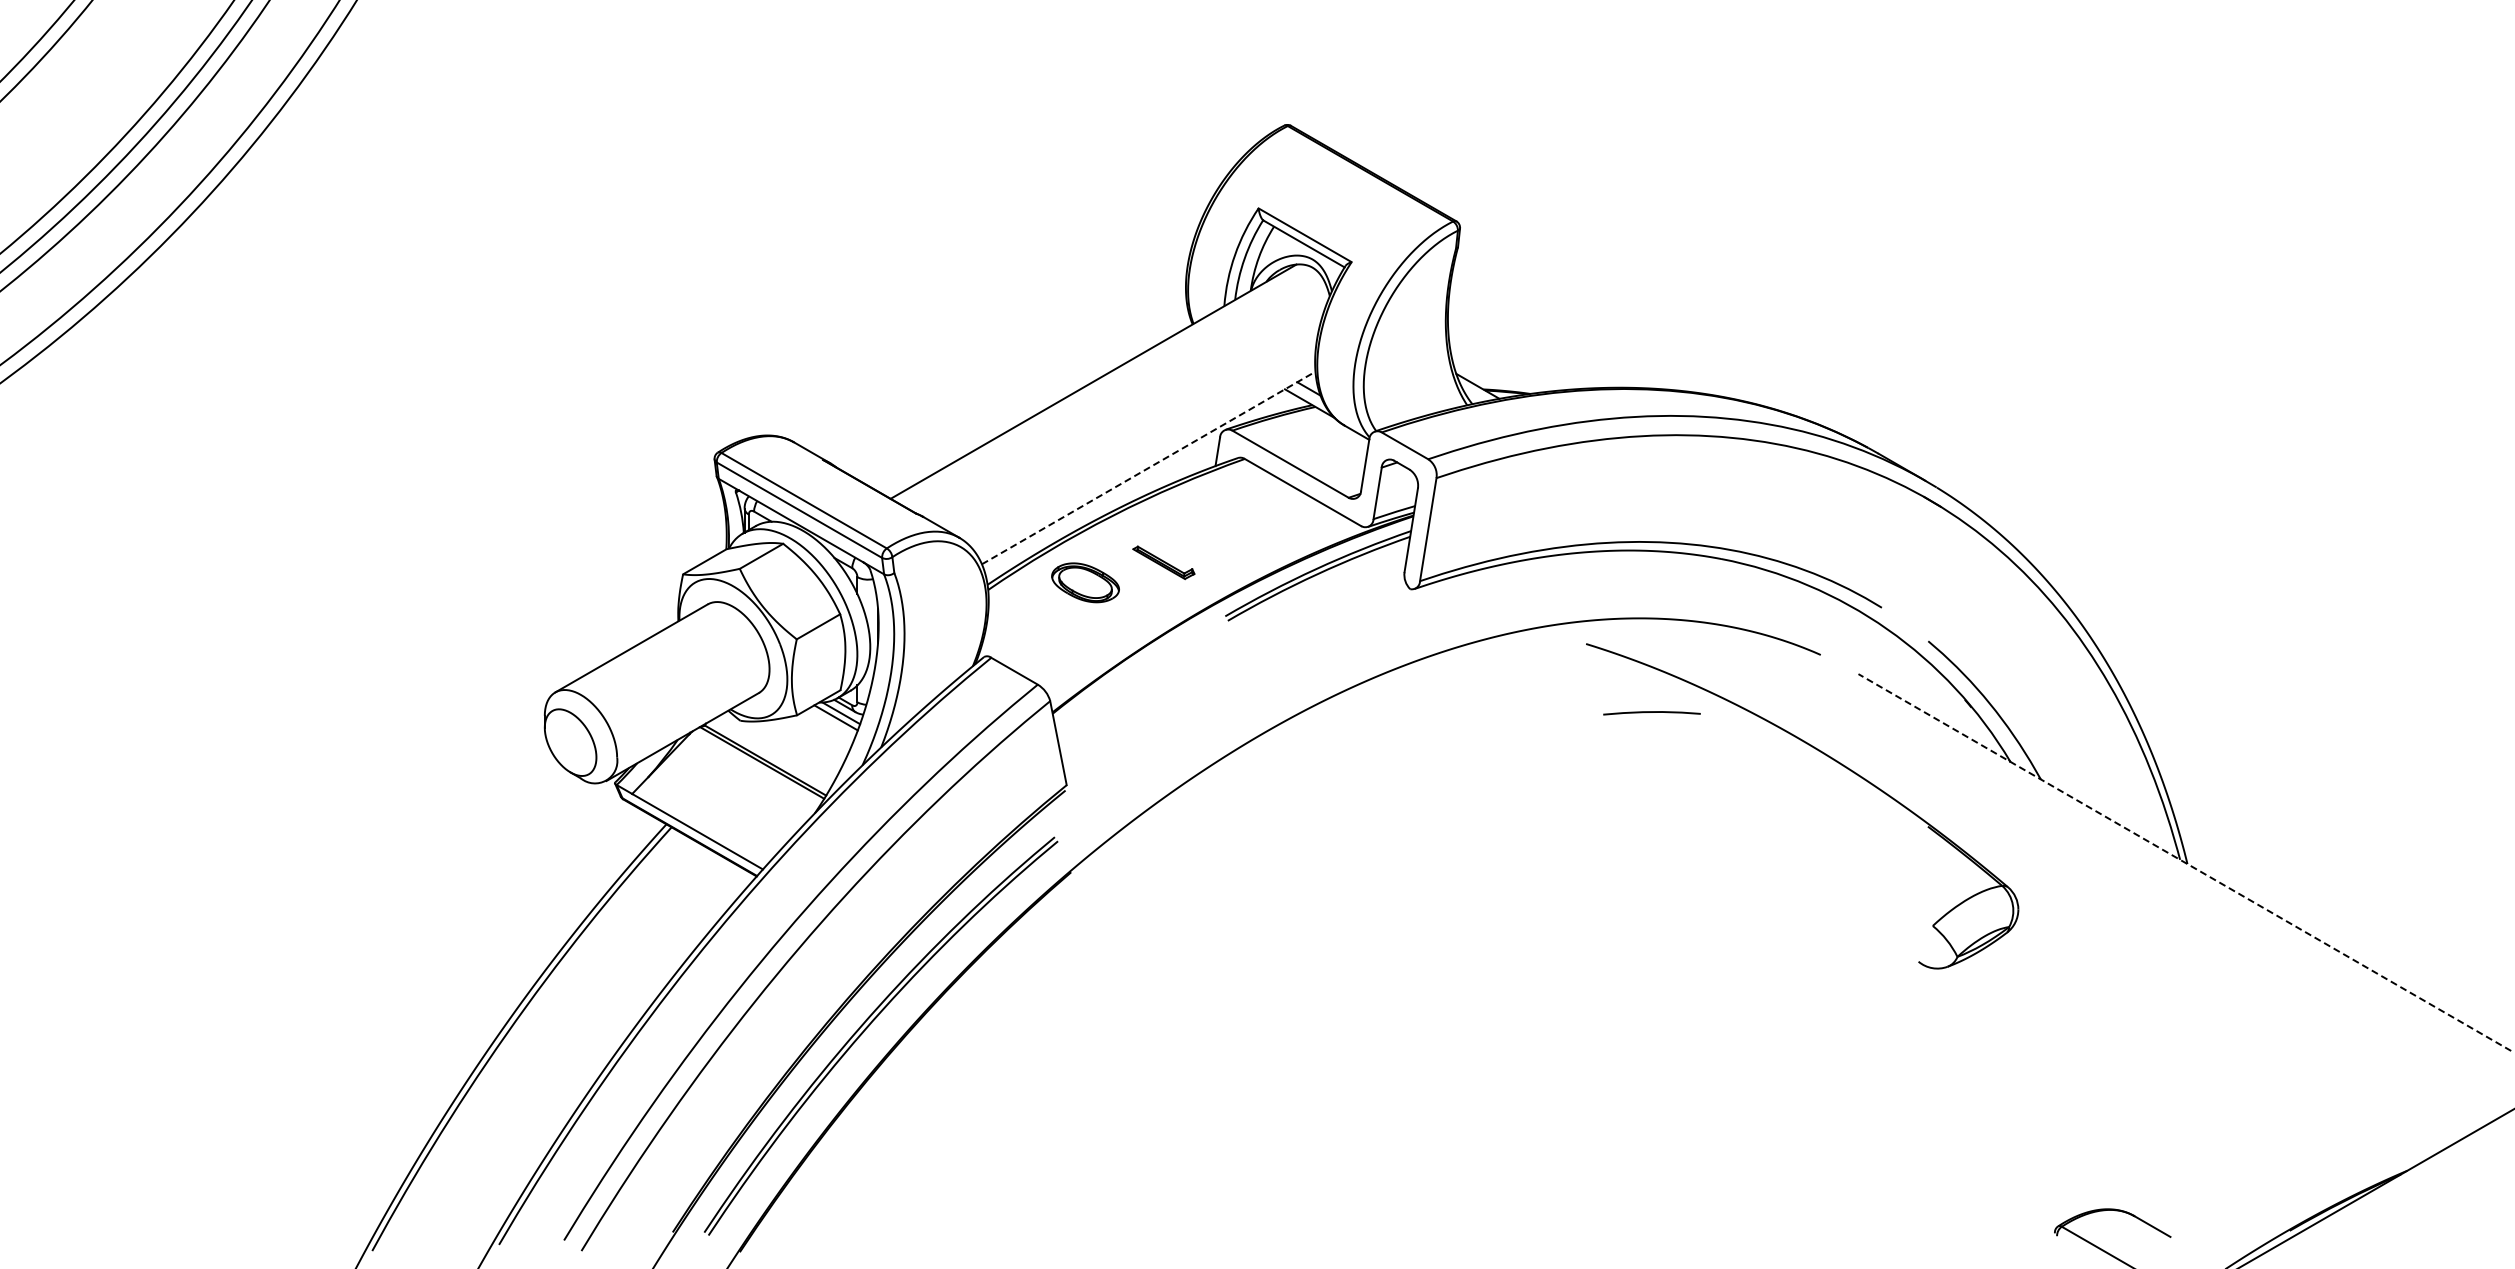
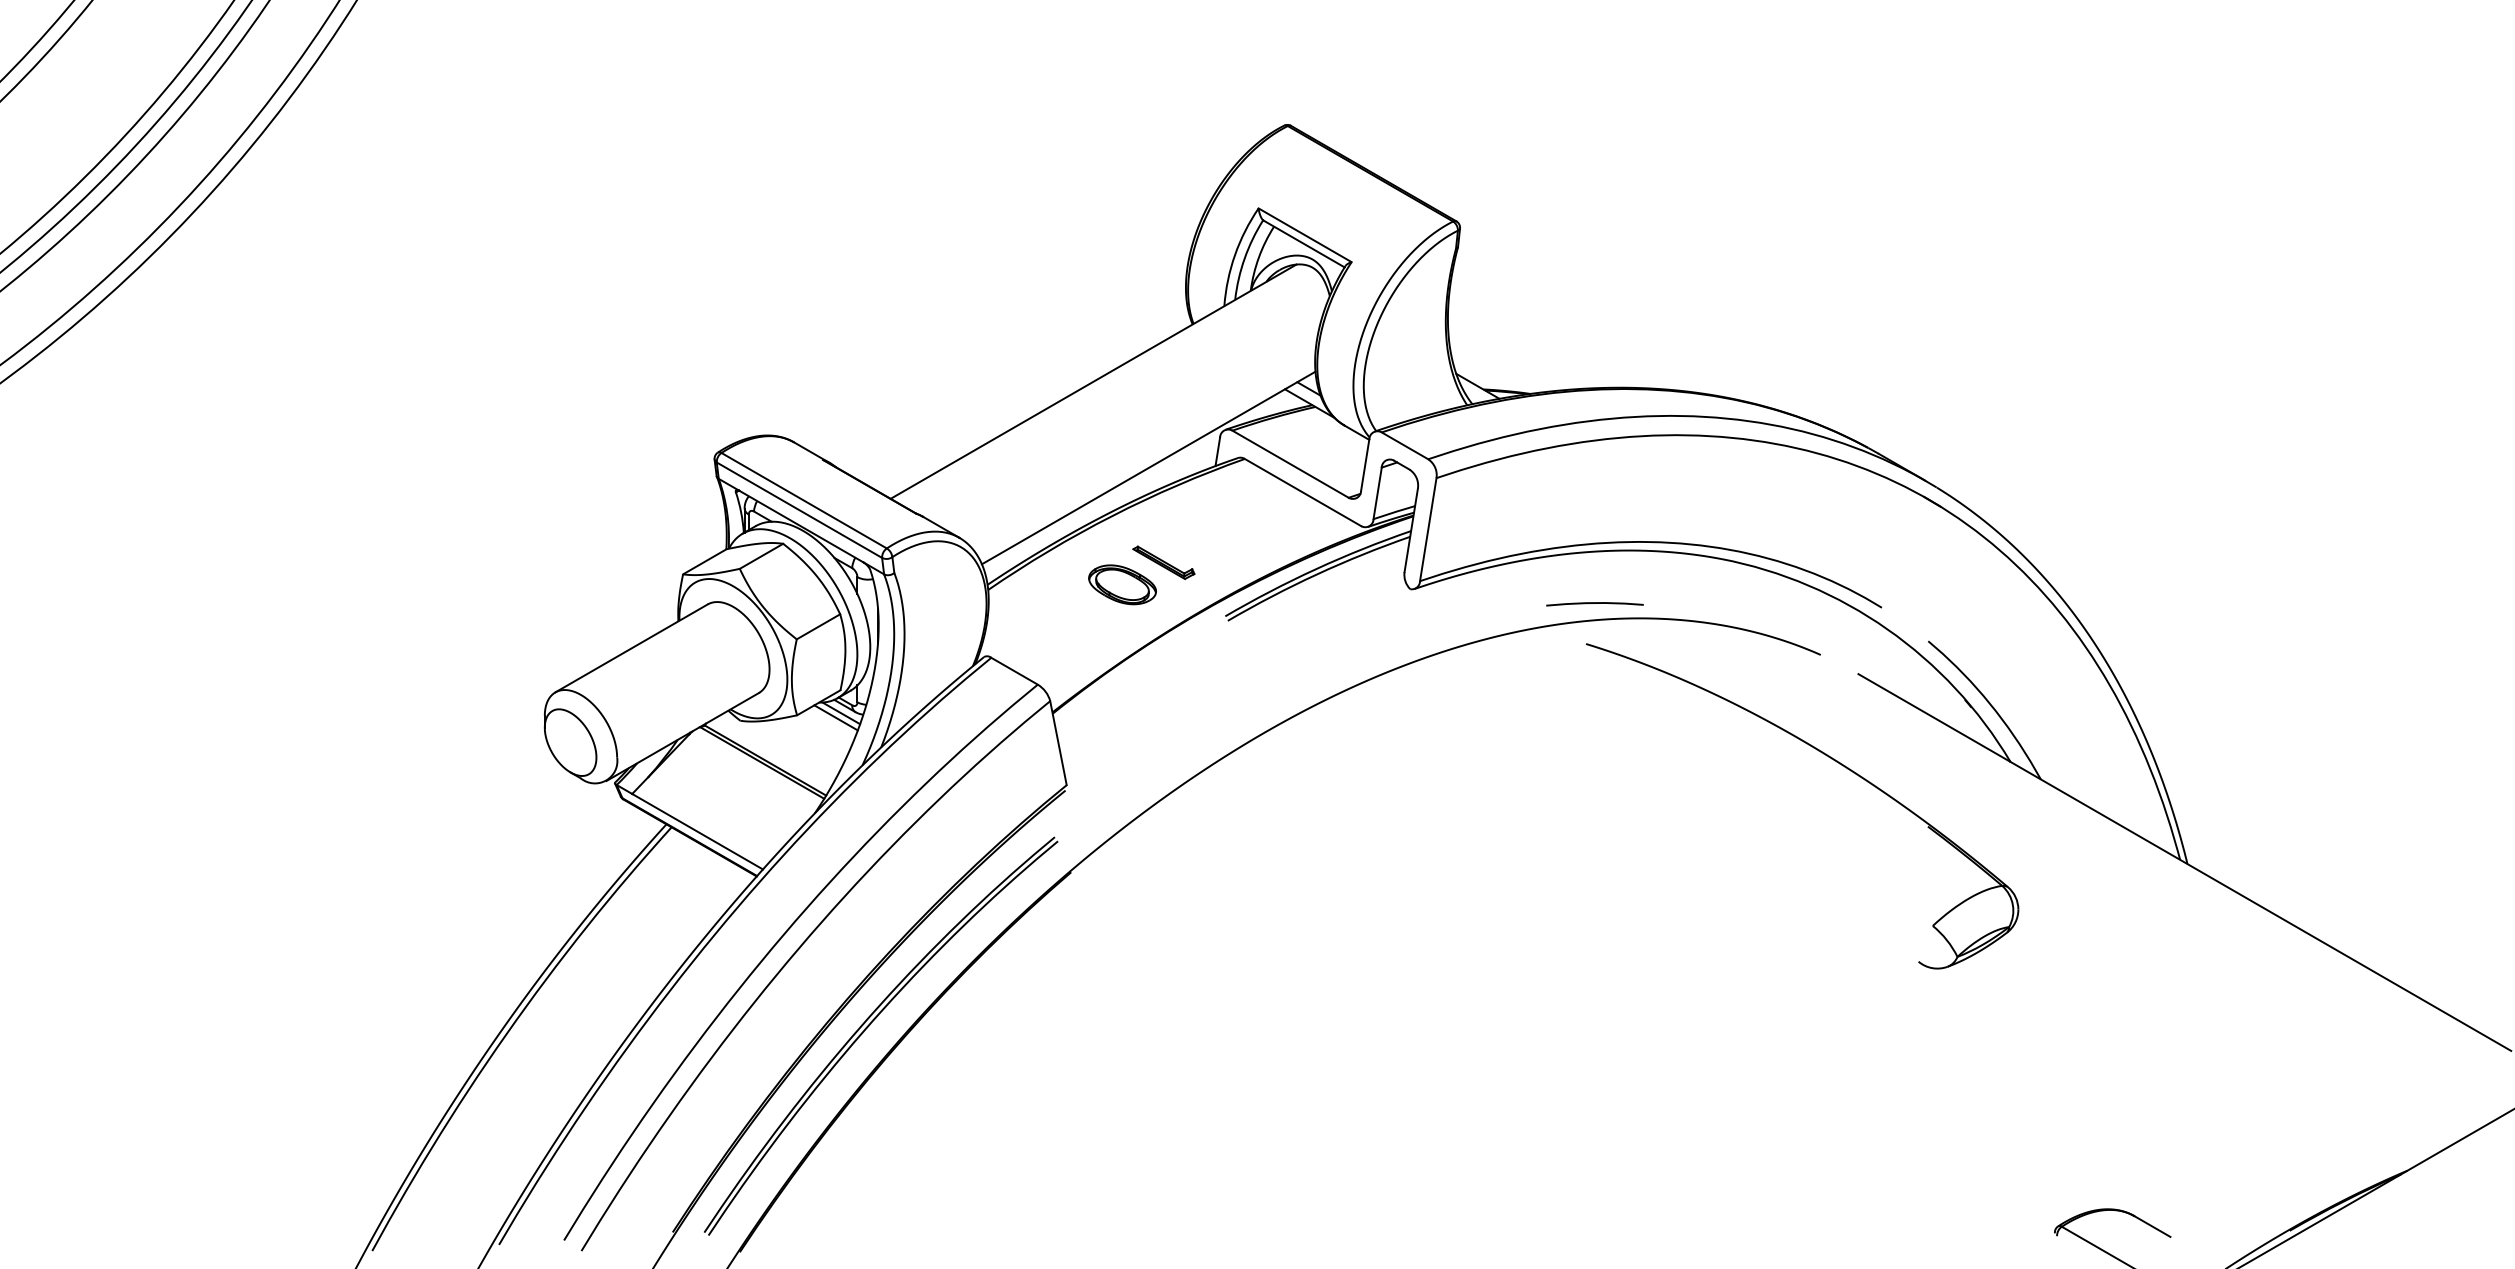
line at (1148, 468): dashed -> solid
part at (1085, 582) position: (1085, 582) -> (1122, 584)
curve at (1651, 712) position: (1651, 712) -> (1594, 603)
line at (2184, 862): dashed -> solid
